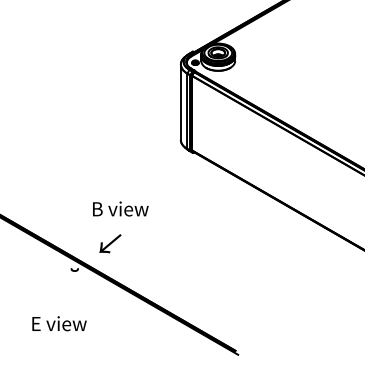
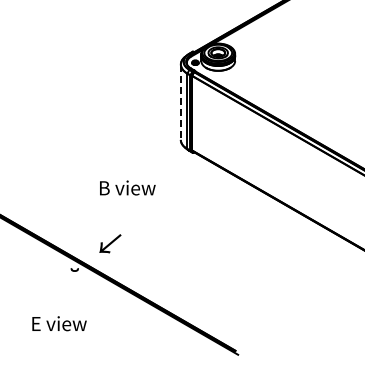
line at (180, 102): solid -> dashed
text at (120, 208) position: (120, 208) -> (127, 187)
